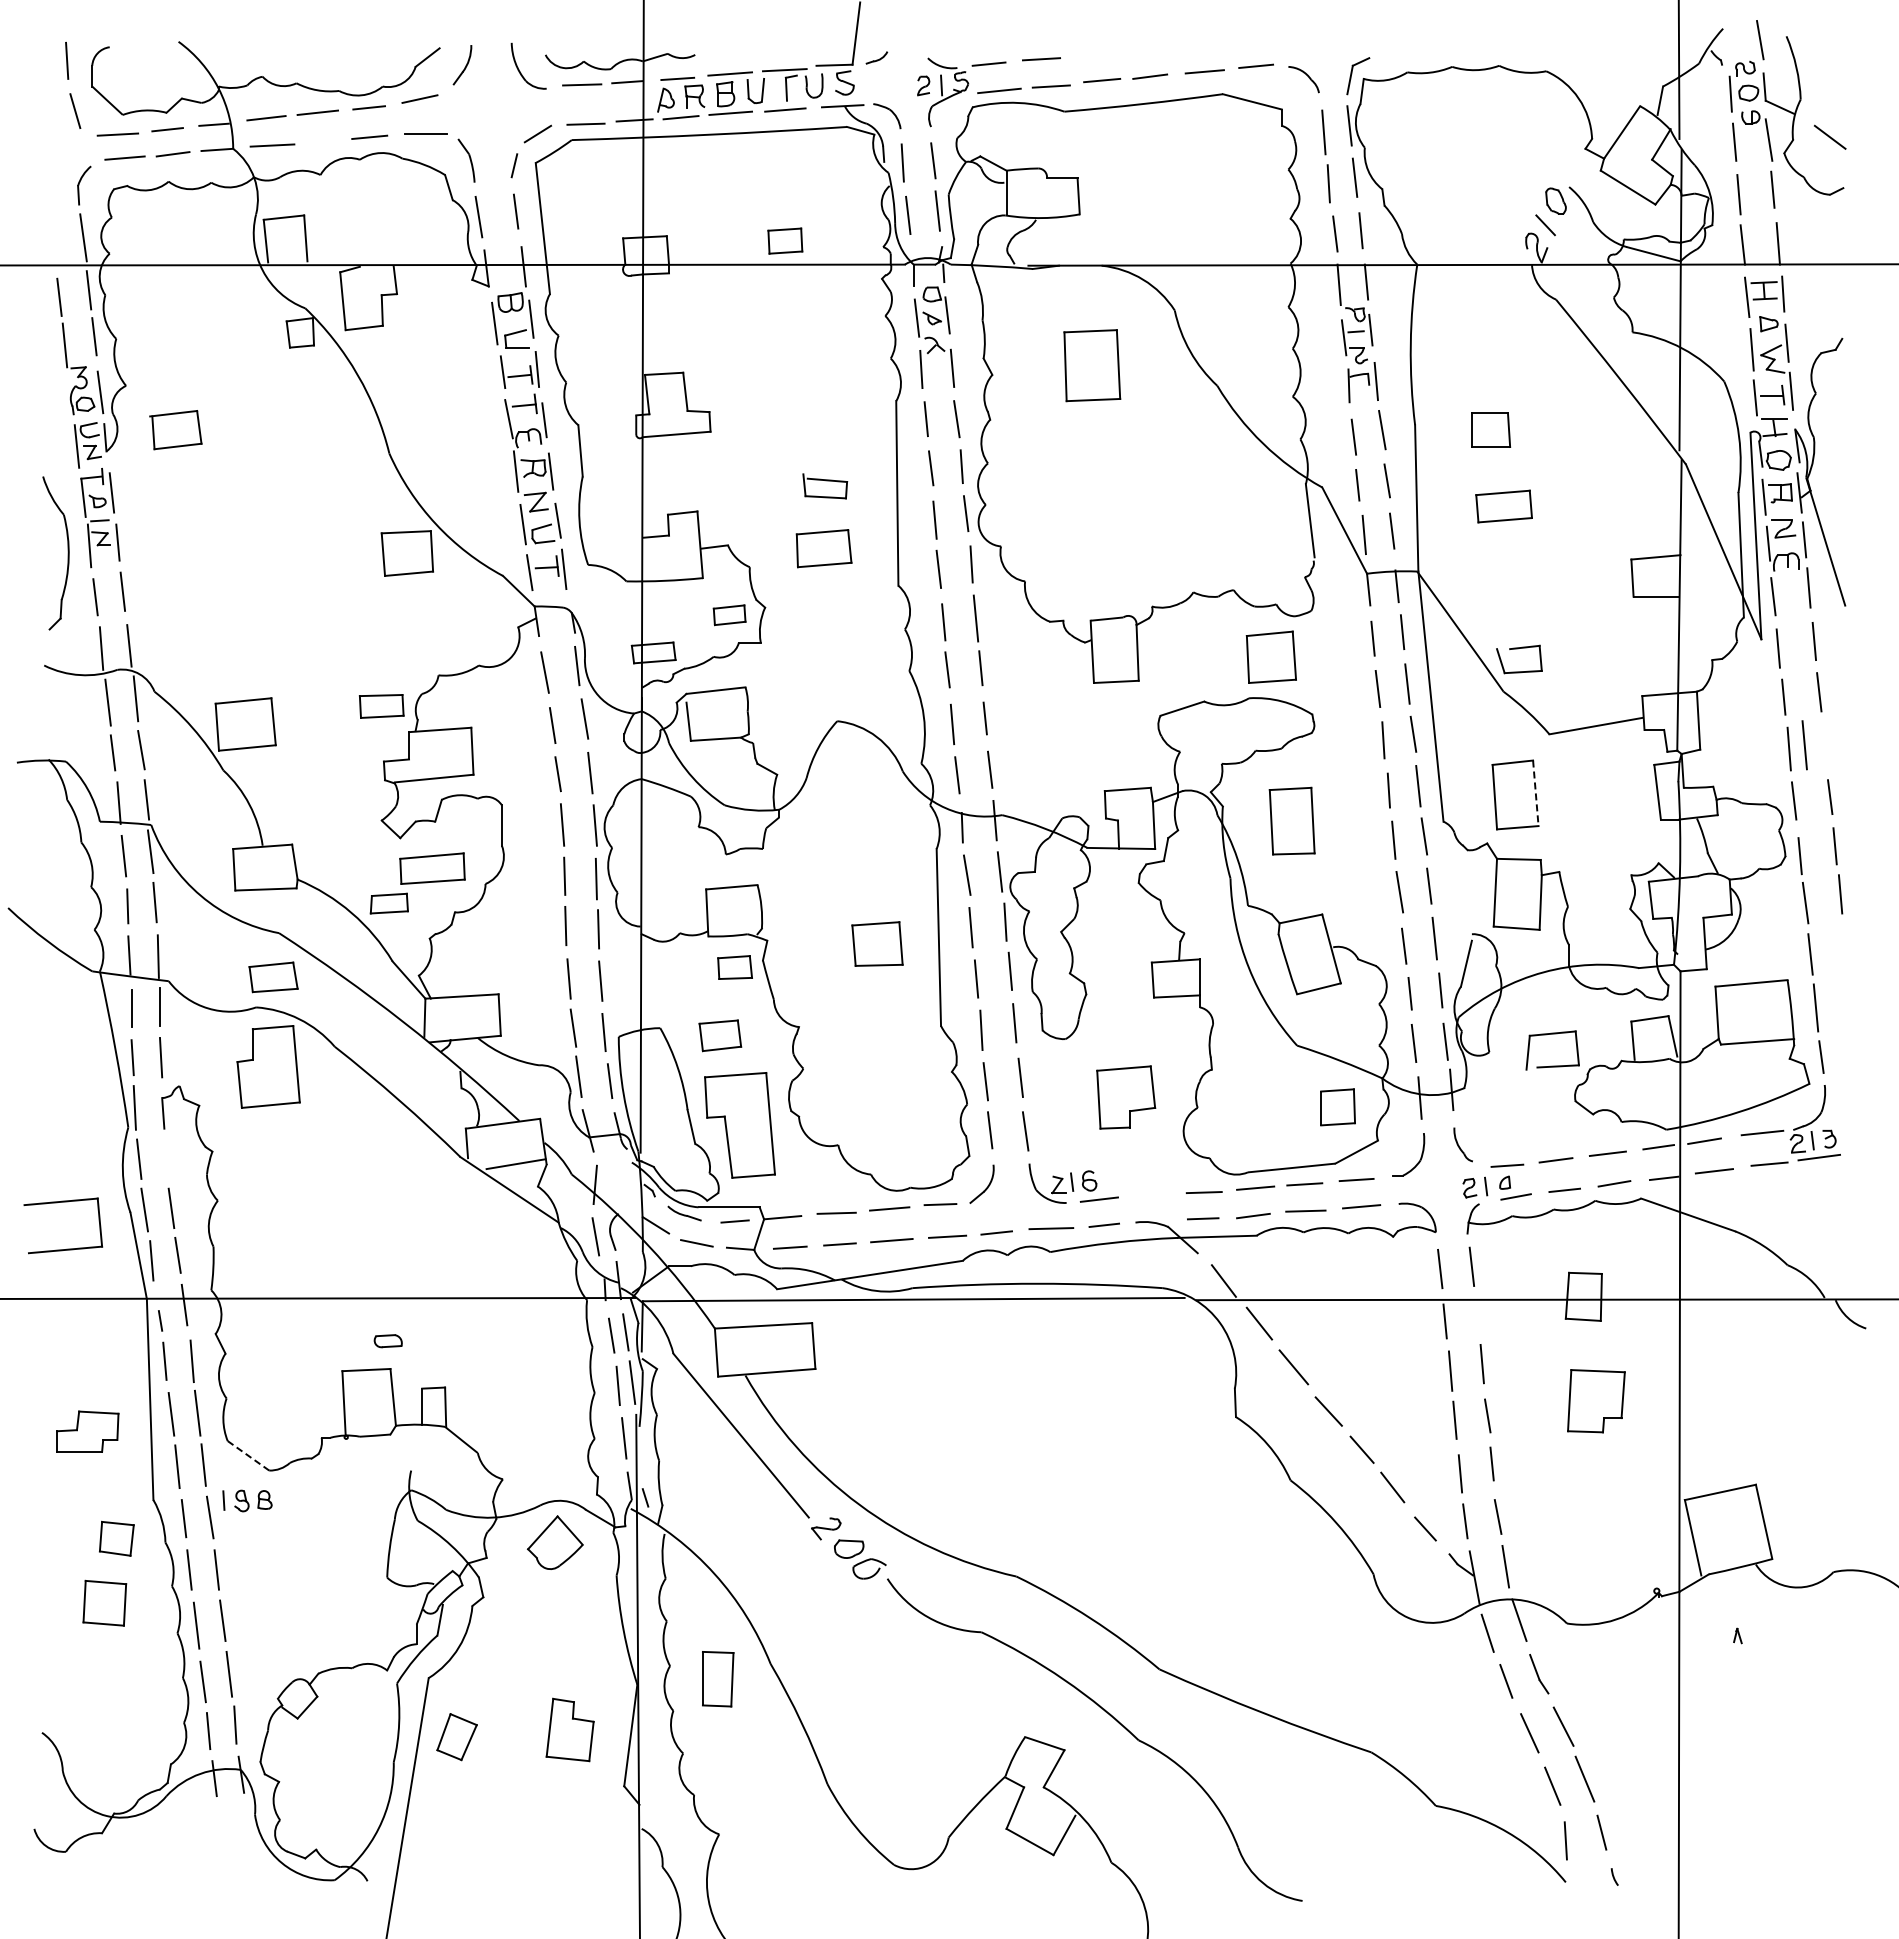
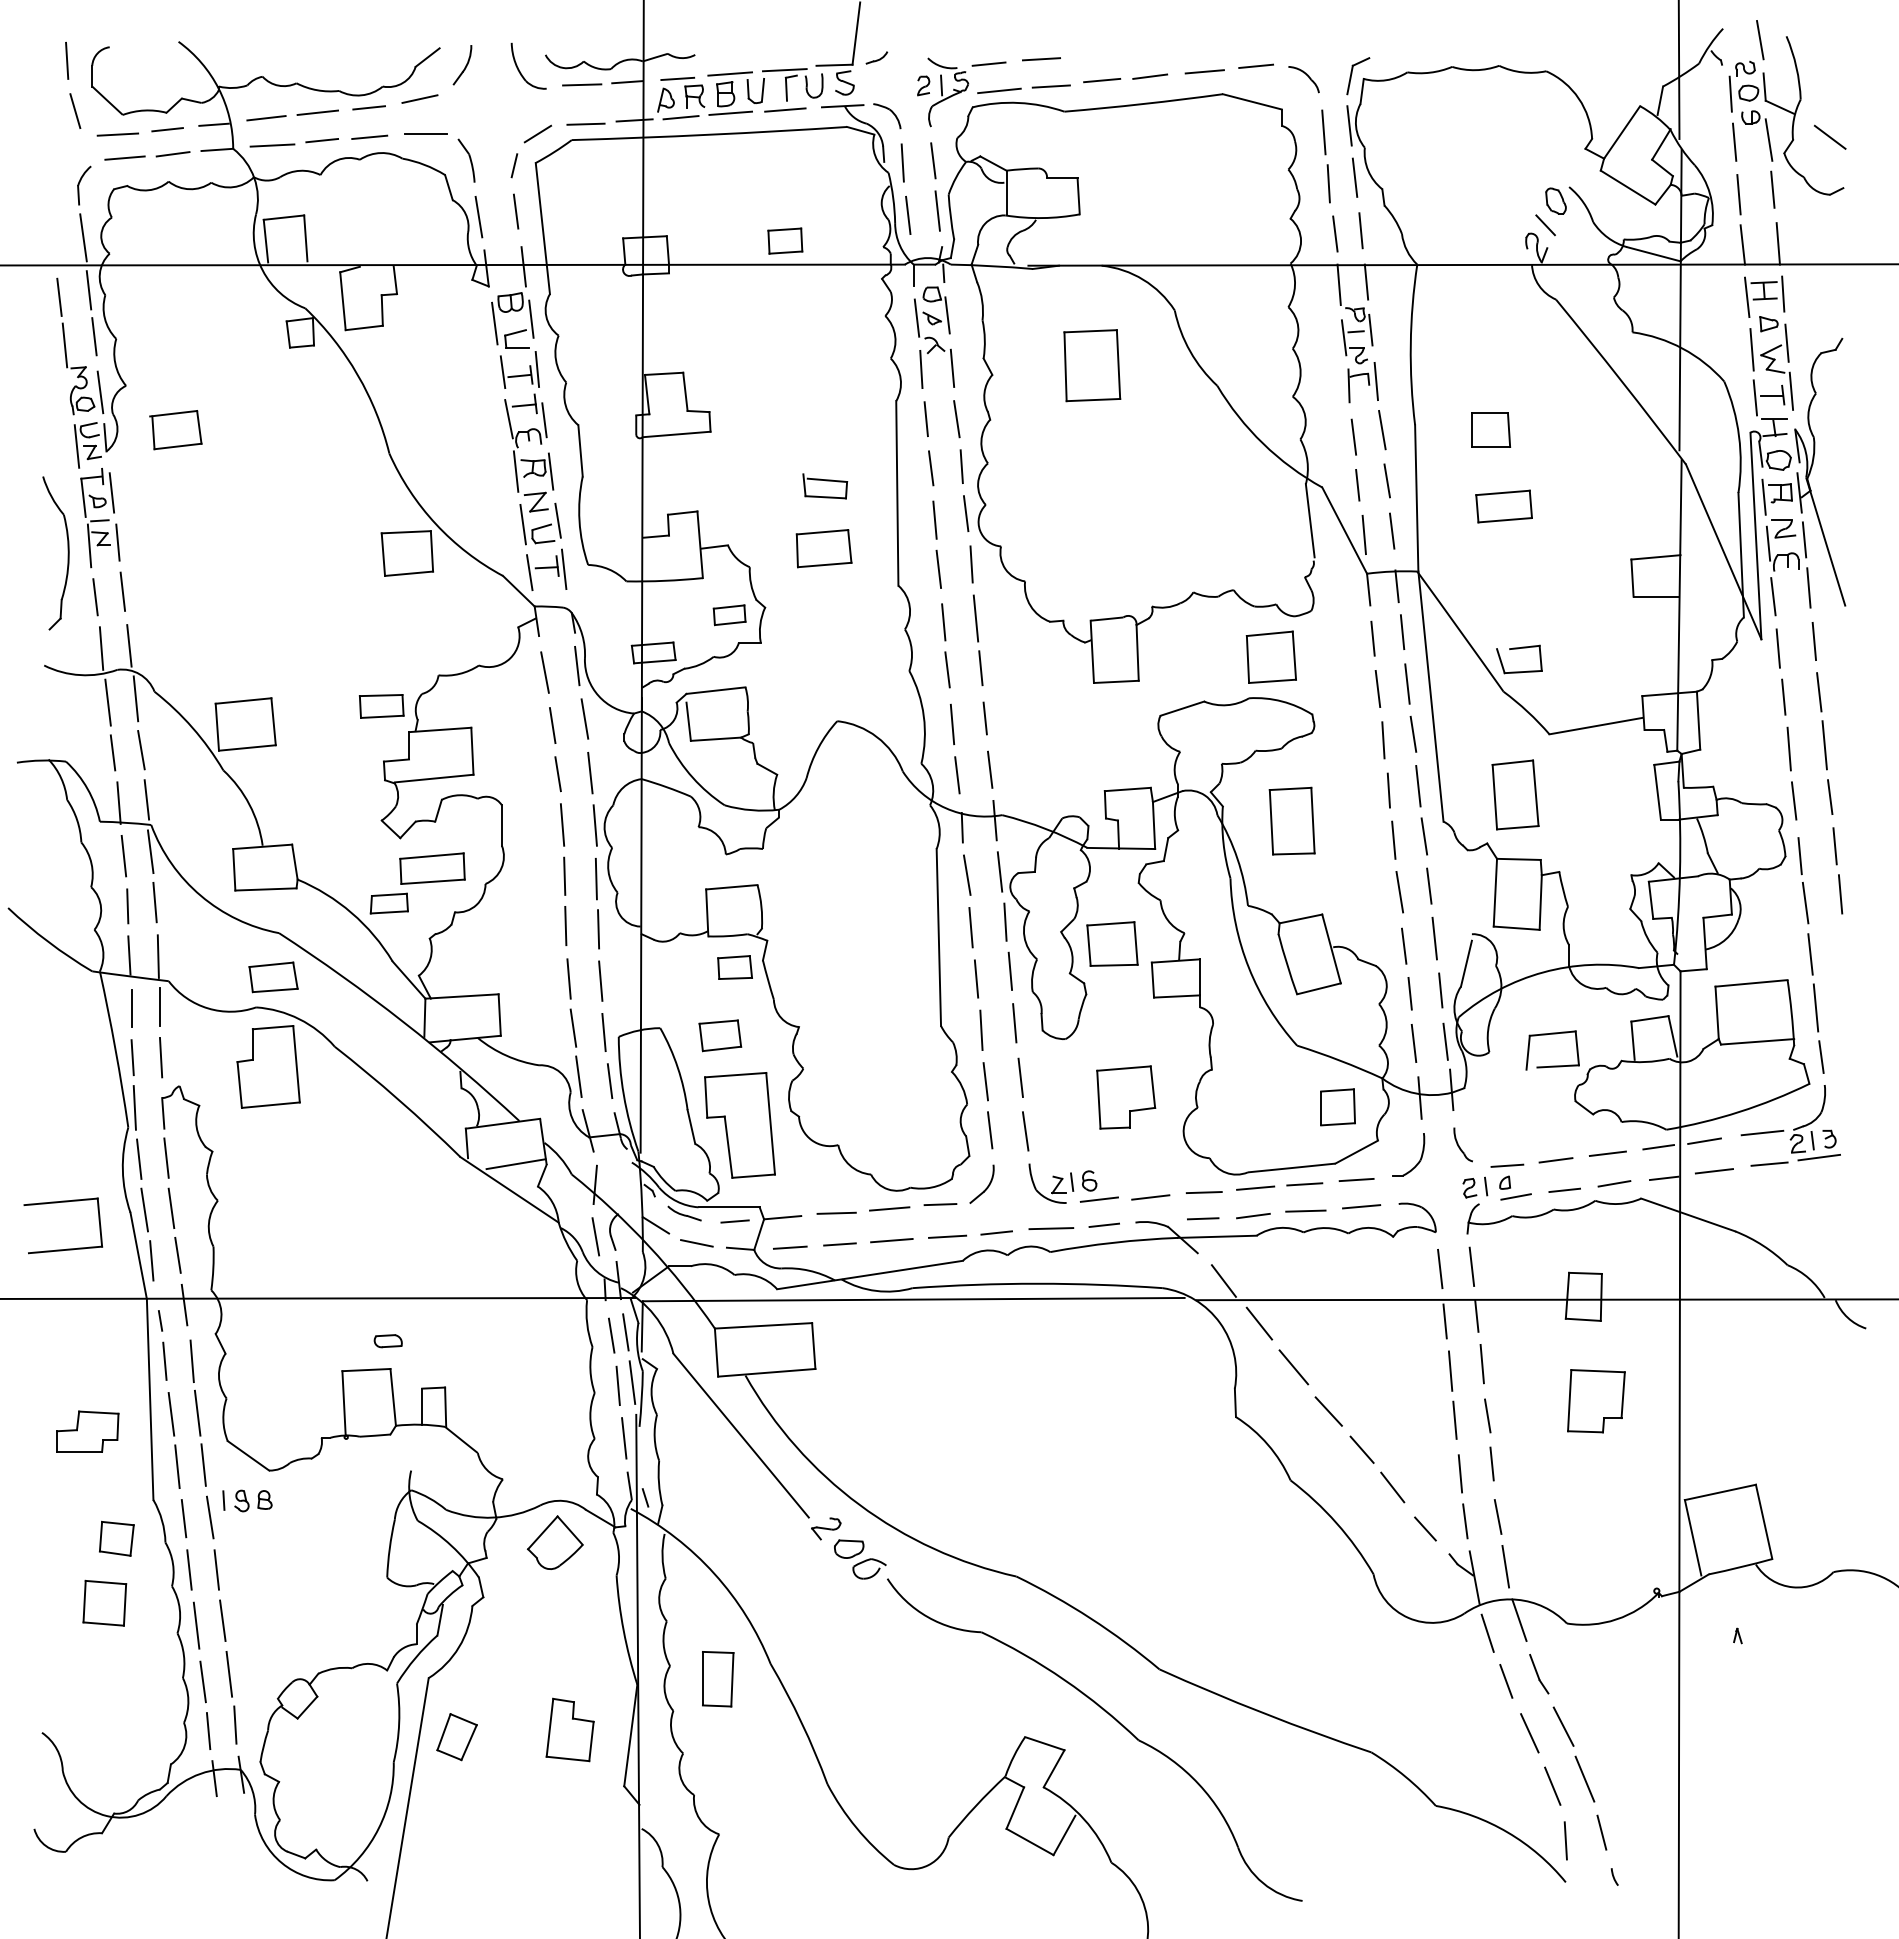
line at (322, 140): none -> present
line at (1804, 745) position: (1804, 745) -> (1824, 745)
line at (1535, 793): dashed -> solid
part at (877, 943) position: (877, 943) -> (1112, 943)
line at (166, 1157): none -> present
line at (1150, 1197): none -> present
line at (1476, 1315): none -> present
line at (248, 1456): dashed -> solid
